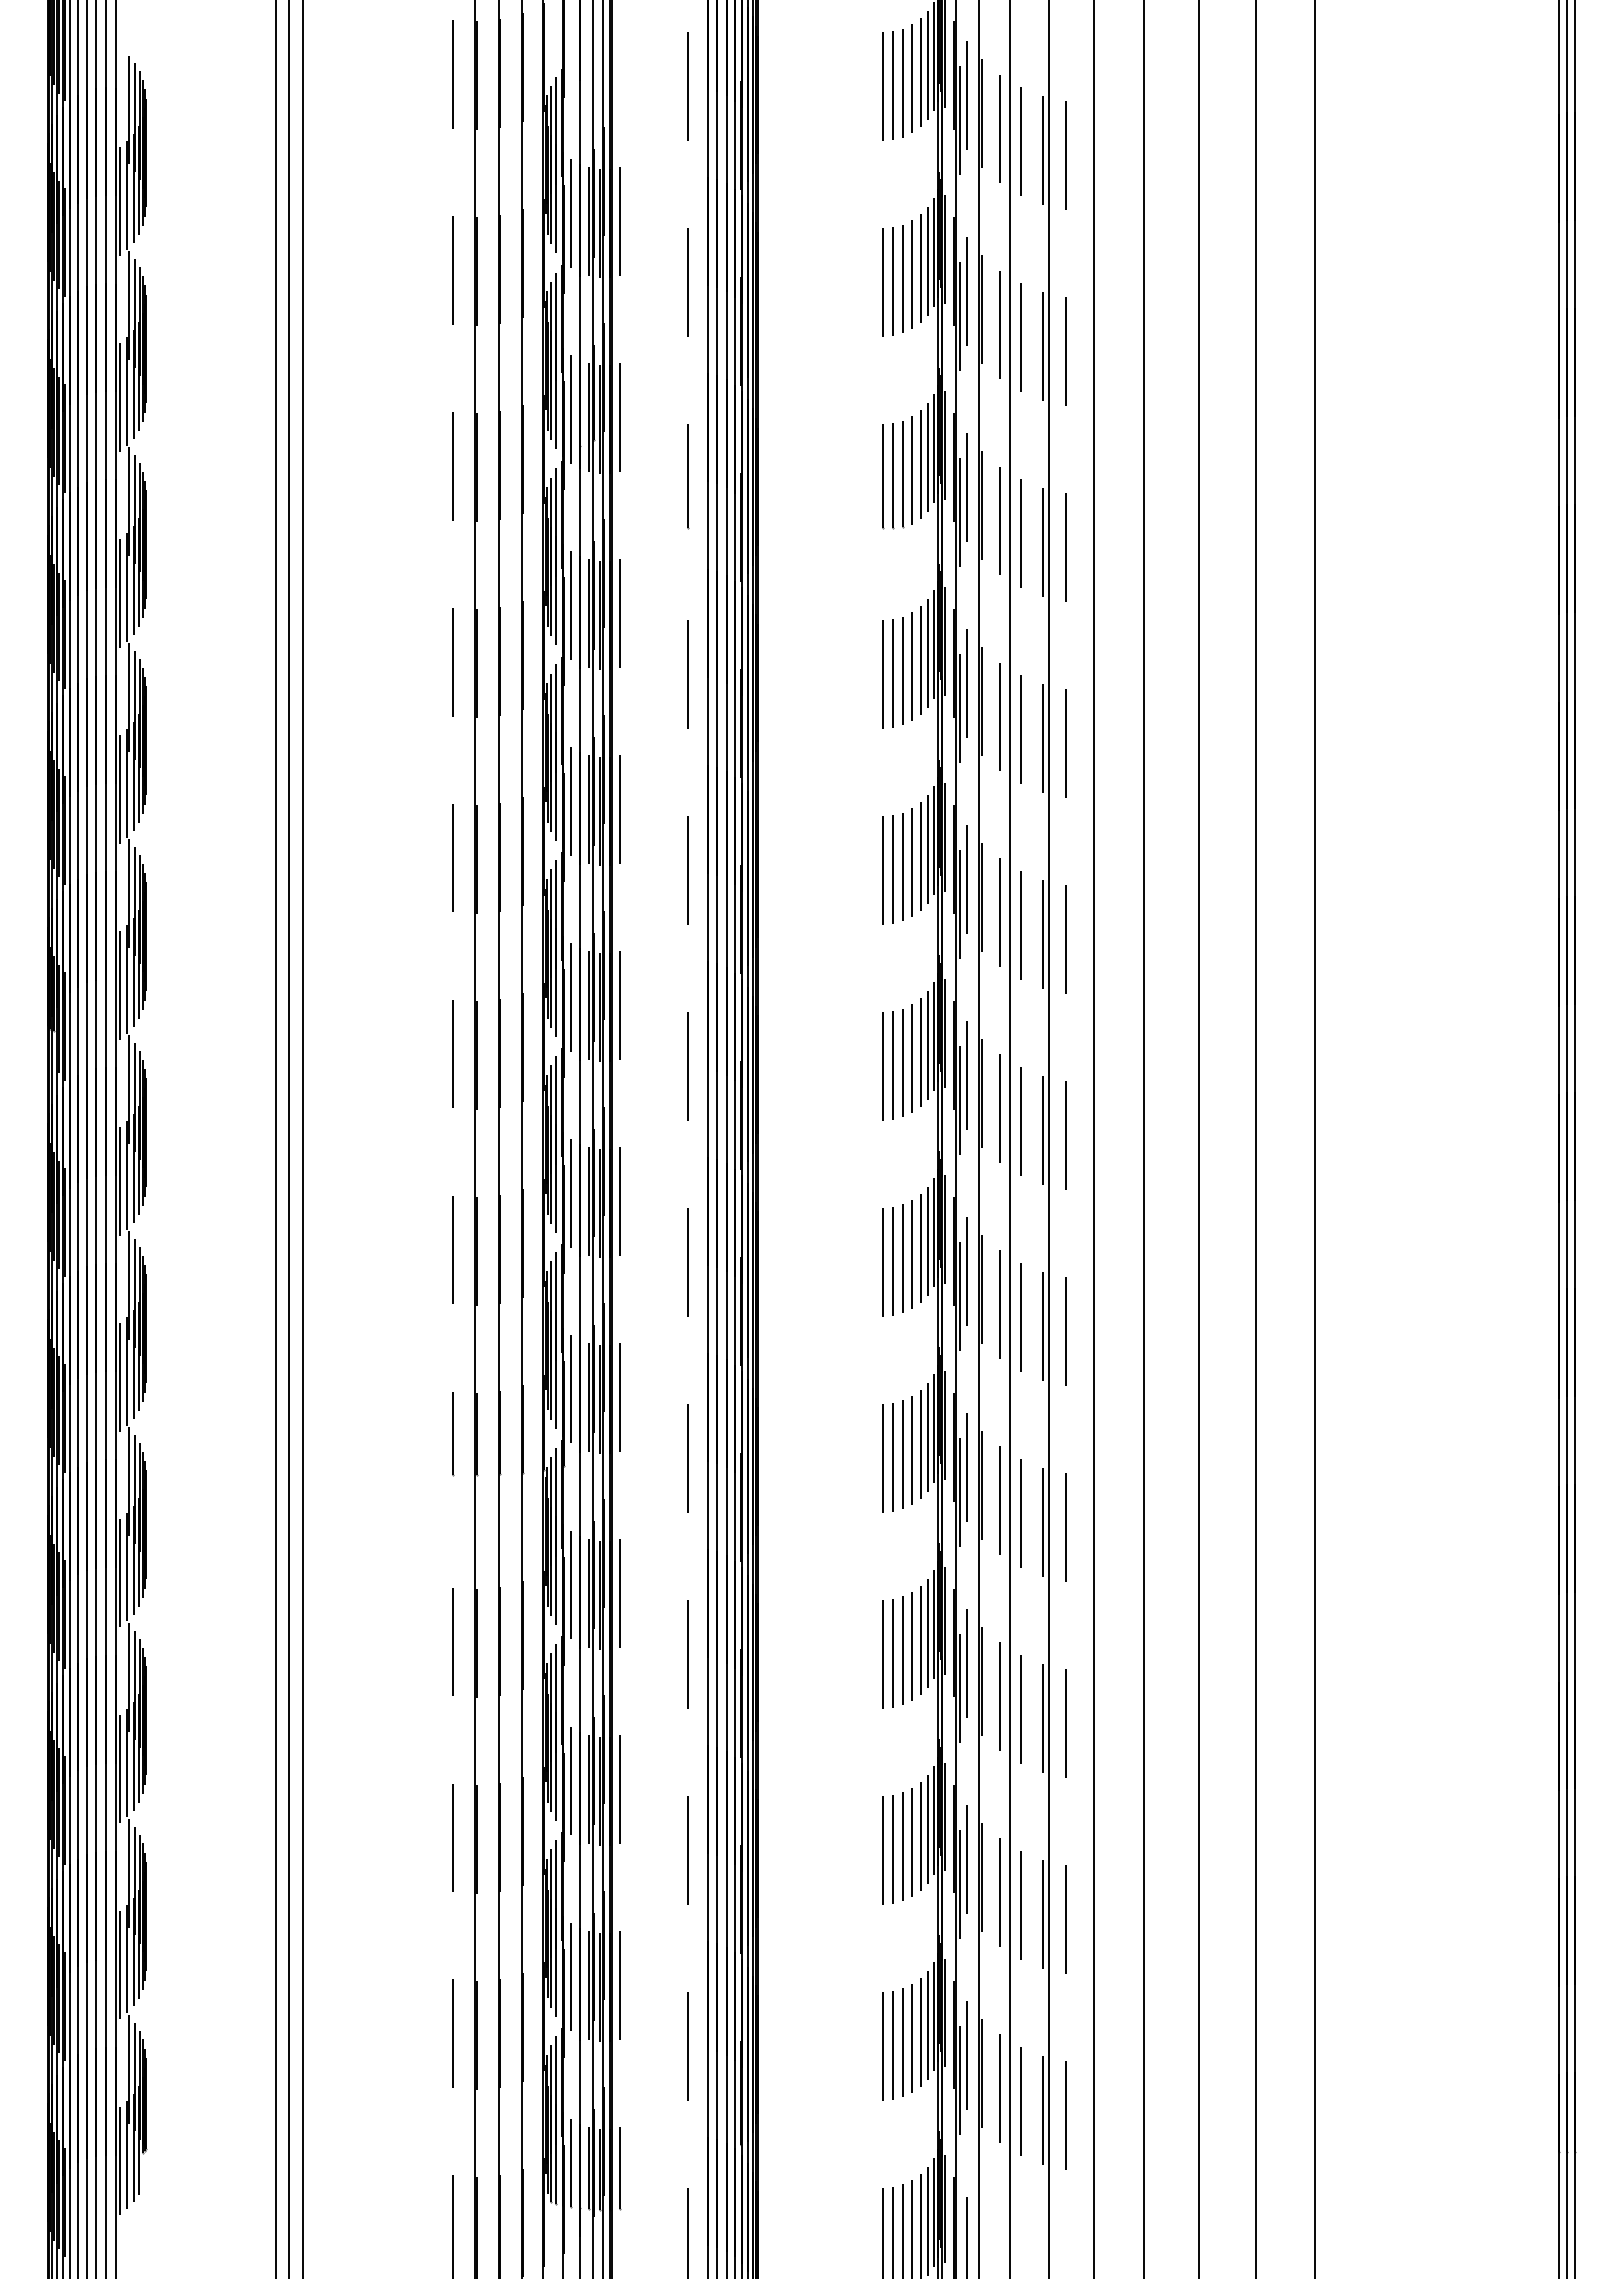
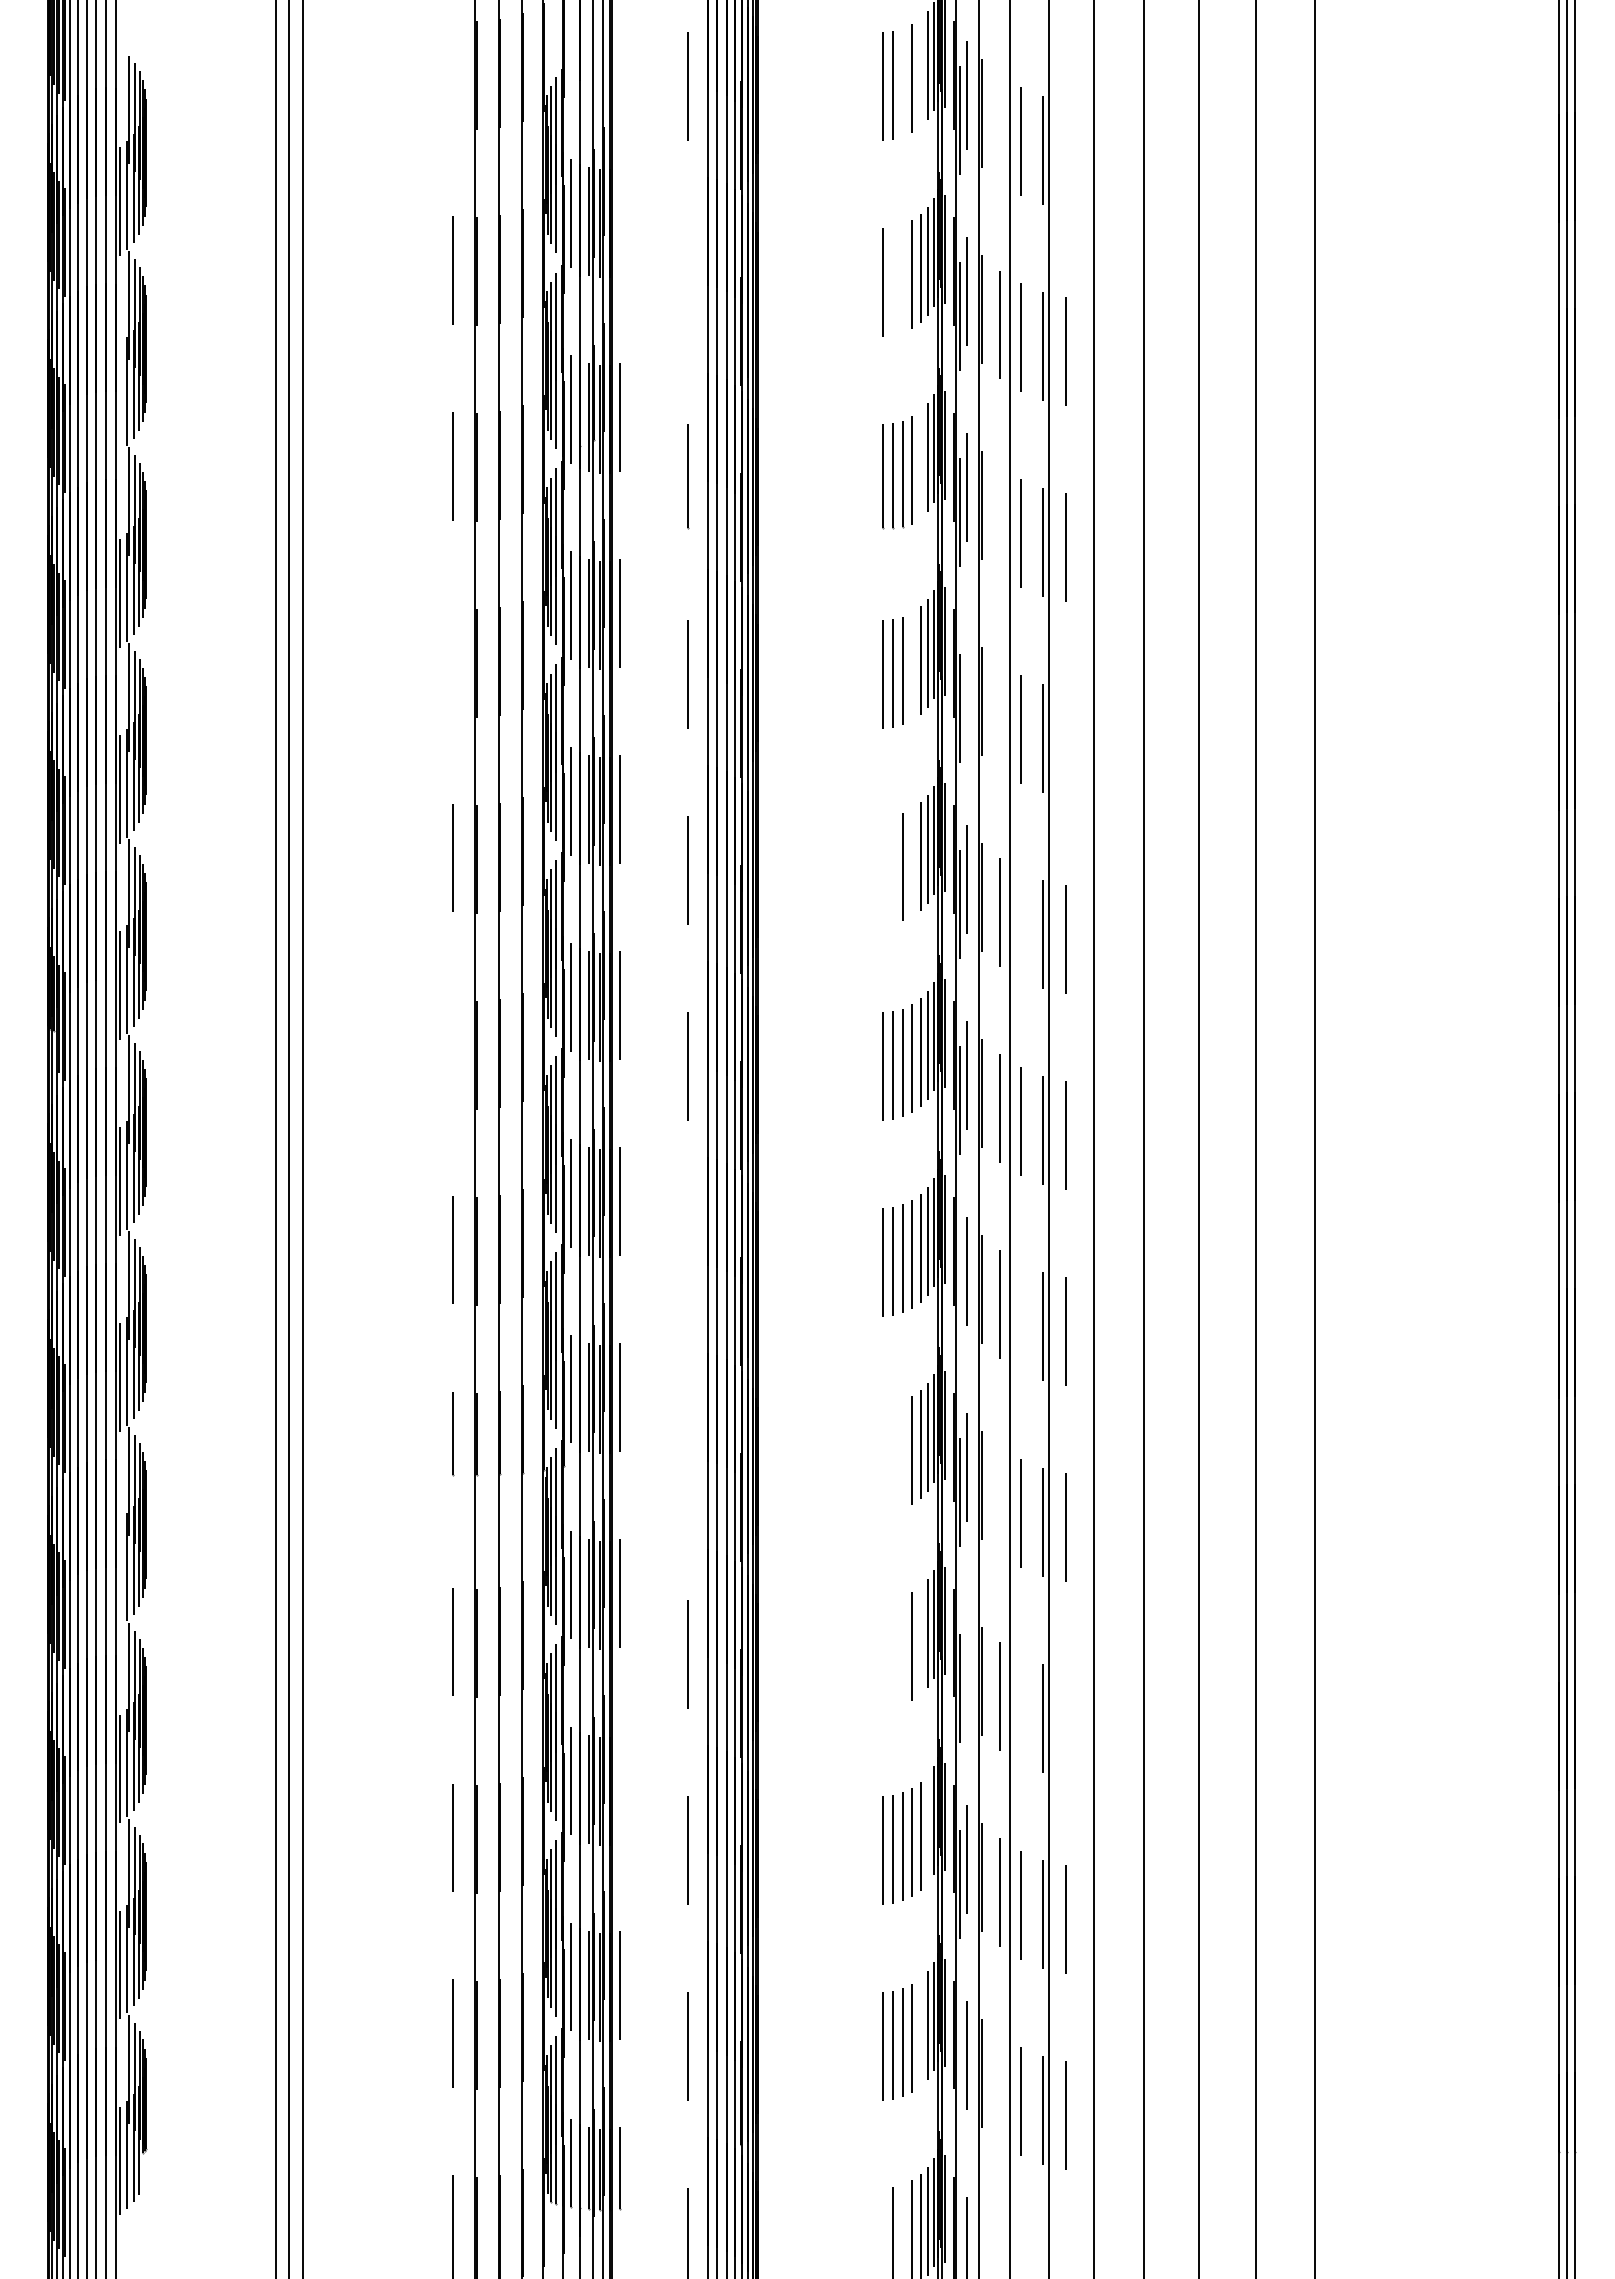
line at (920, 72): present -> none
line at (453, 73): present -> none
line at (902, 83): present -> none
line at (1000, 128): present -> none
line at (1065, 155): present -> none
line at (620, 221): present -> none
line at (902, 278): present -> none
line at (892, 281): present -> none
line at (687, 282): present -> none
line at (119, 396): present -> none
line at (920, 464): present -> none
line at (1000, 520): present -> none
line at (452, 662): present -> none
line at (912, 666): present -> none
line at (966, 683): present -> none
line at (1000, 716): present -> none
line at (1066, 743): present -> none
line at (912, 862): present -> none
line at (892, 869): present -> none
line at (882, 870): present -> none
line at (1020, 925): present -> none
line at (452, 1053): present -> none
line at (688, 1262): present -> none
line at (959, 1296): present -> none
line at (1020, 1317): present -> none
line at (902, 1454): present -> none
line at (892, 1457): present -> none
line at (688, 1458): present -> none
line at (882, 1458): present -> none
line at (999, 1500): present -> none
line at (119, 1572): present -> none
line at (920, 1640): present -> none
line at (902, 1650): present -> none
line at (892, 1653): present -> none
line at (882, 1654): present -> none
line at (966, 1662): present -> none
line at (1020, 1708): present -> none
line at (1066, 1723): present -> none
line at (620, 1789): present -> none
line at (928, 1828): present -> none
line at (920, 2032): present -> none
line at (959, 2079): present -> none
line at (999, 2088): present -> none
line at (902, 2229): present -> none
line at (882, 2231): present -> none
